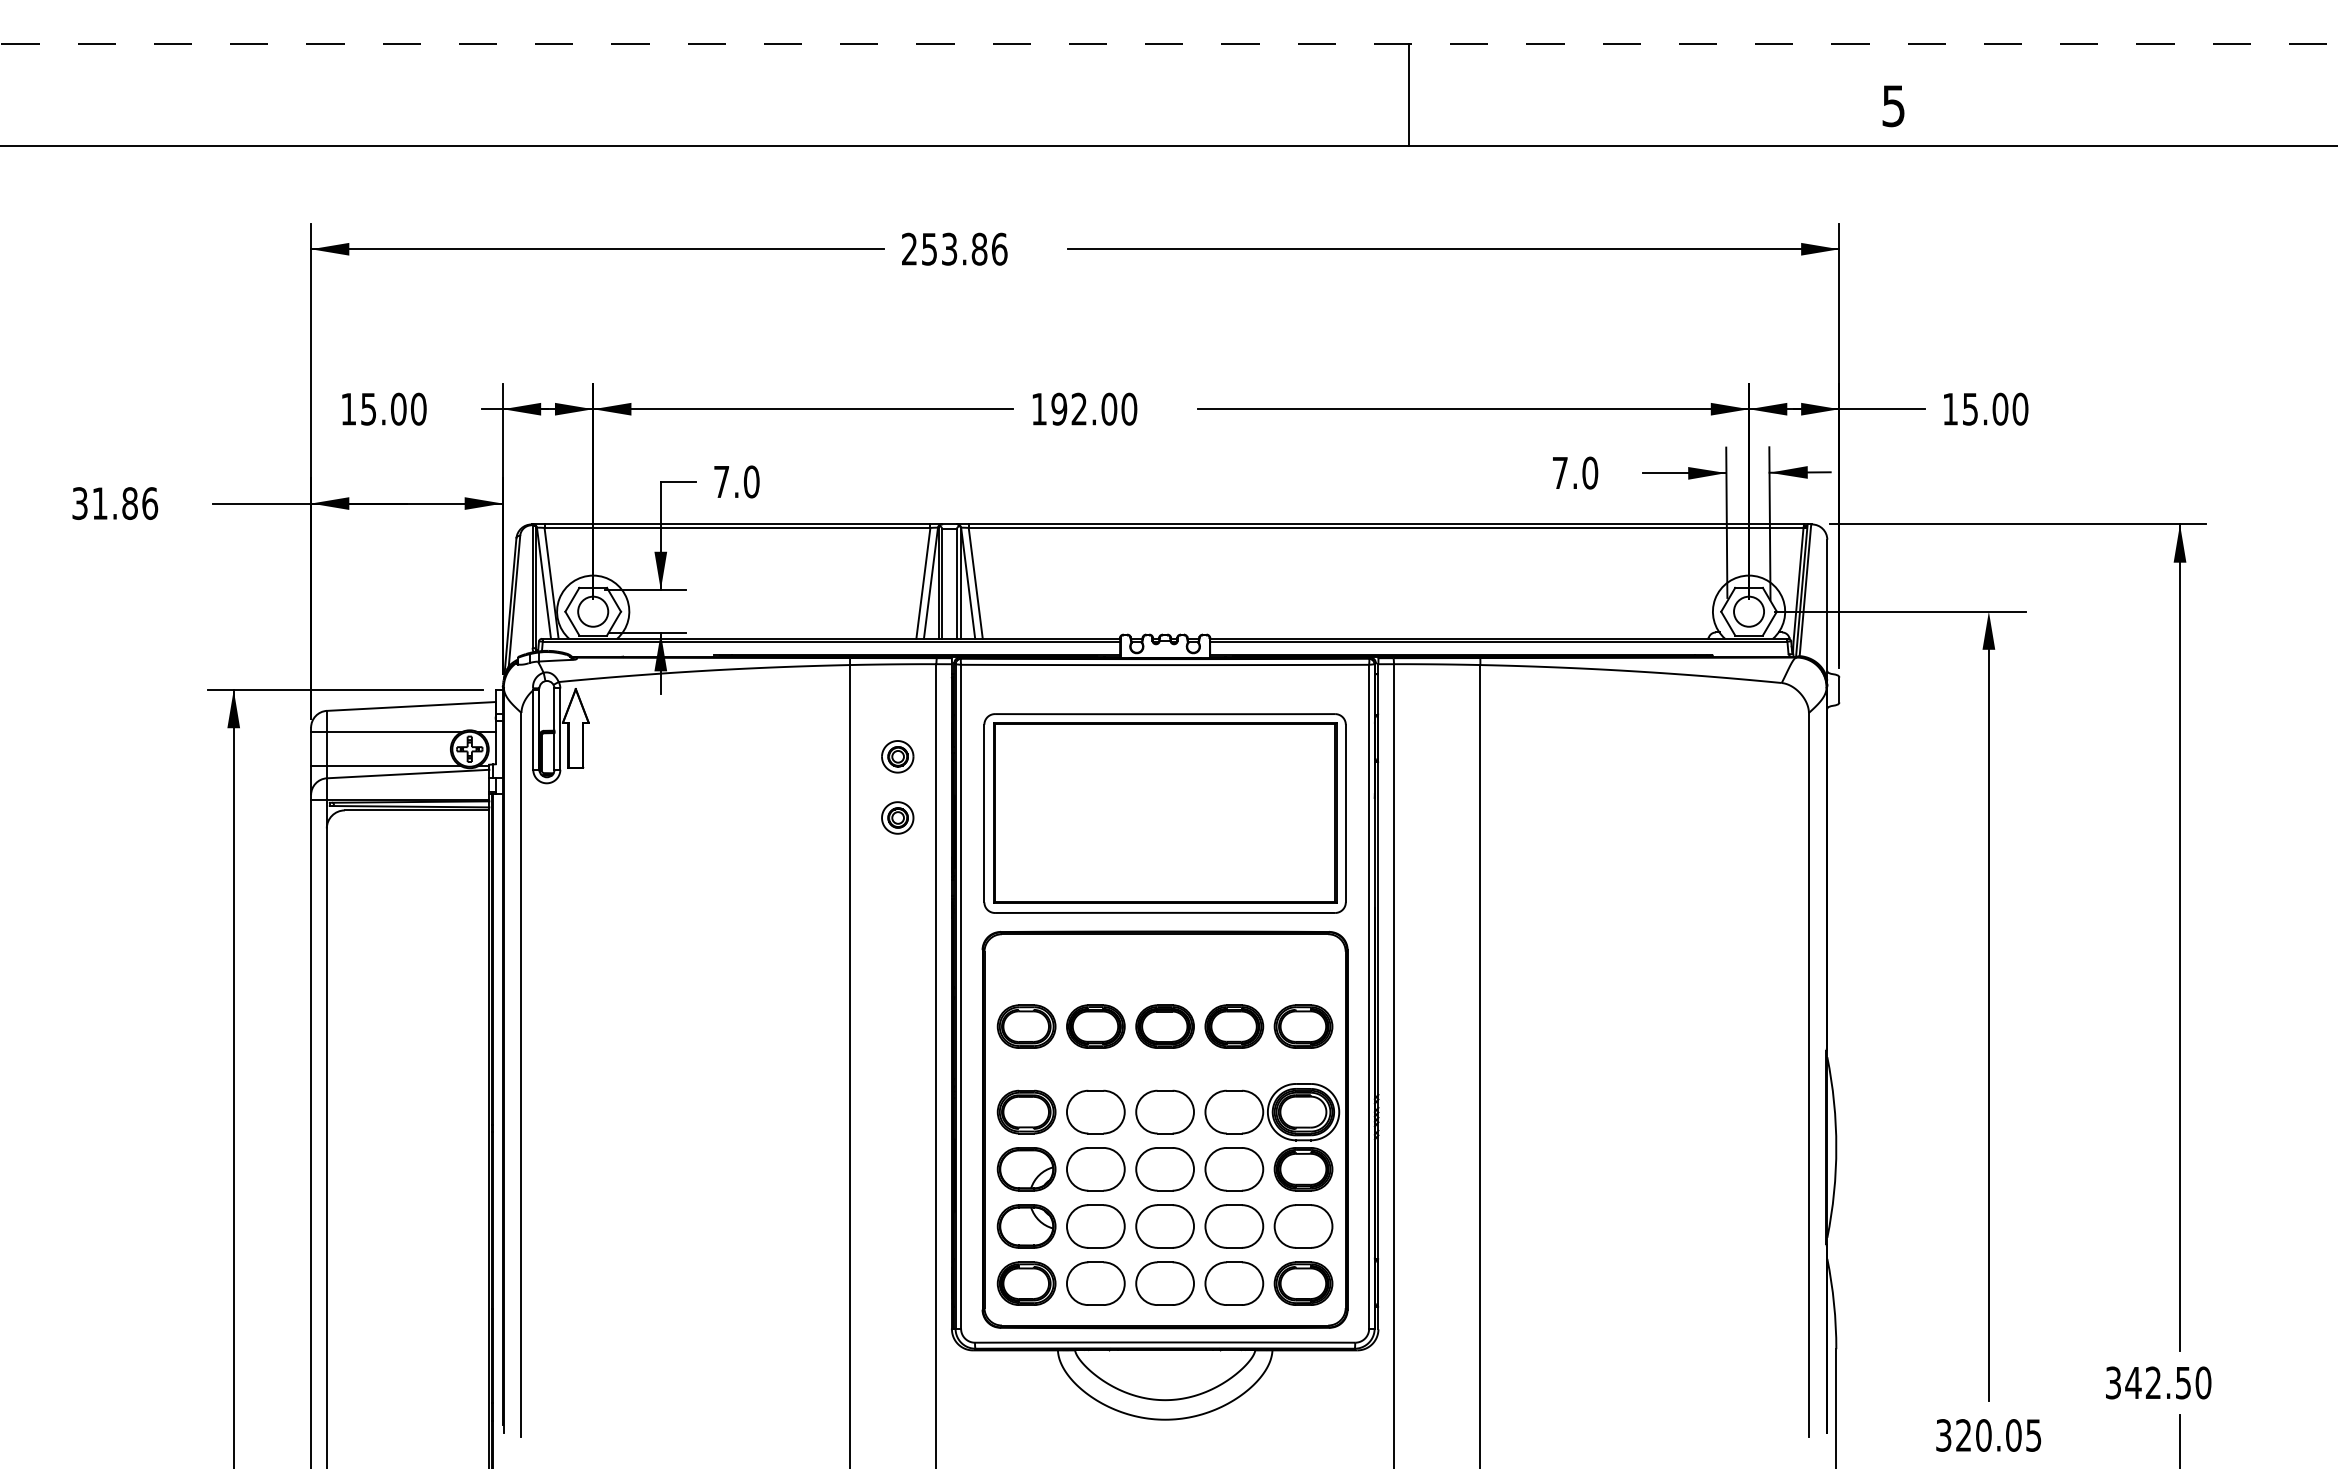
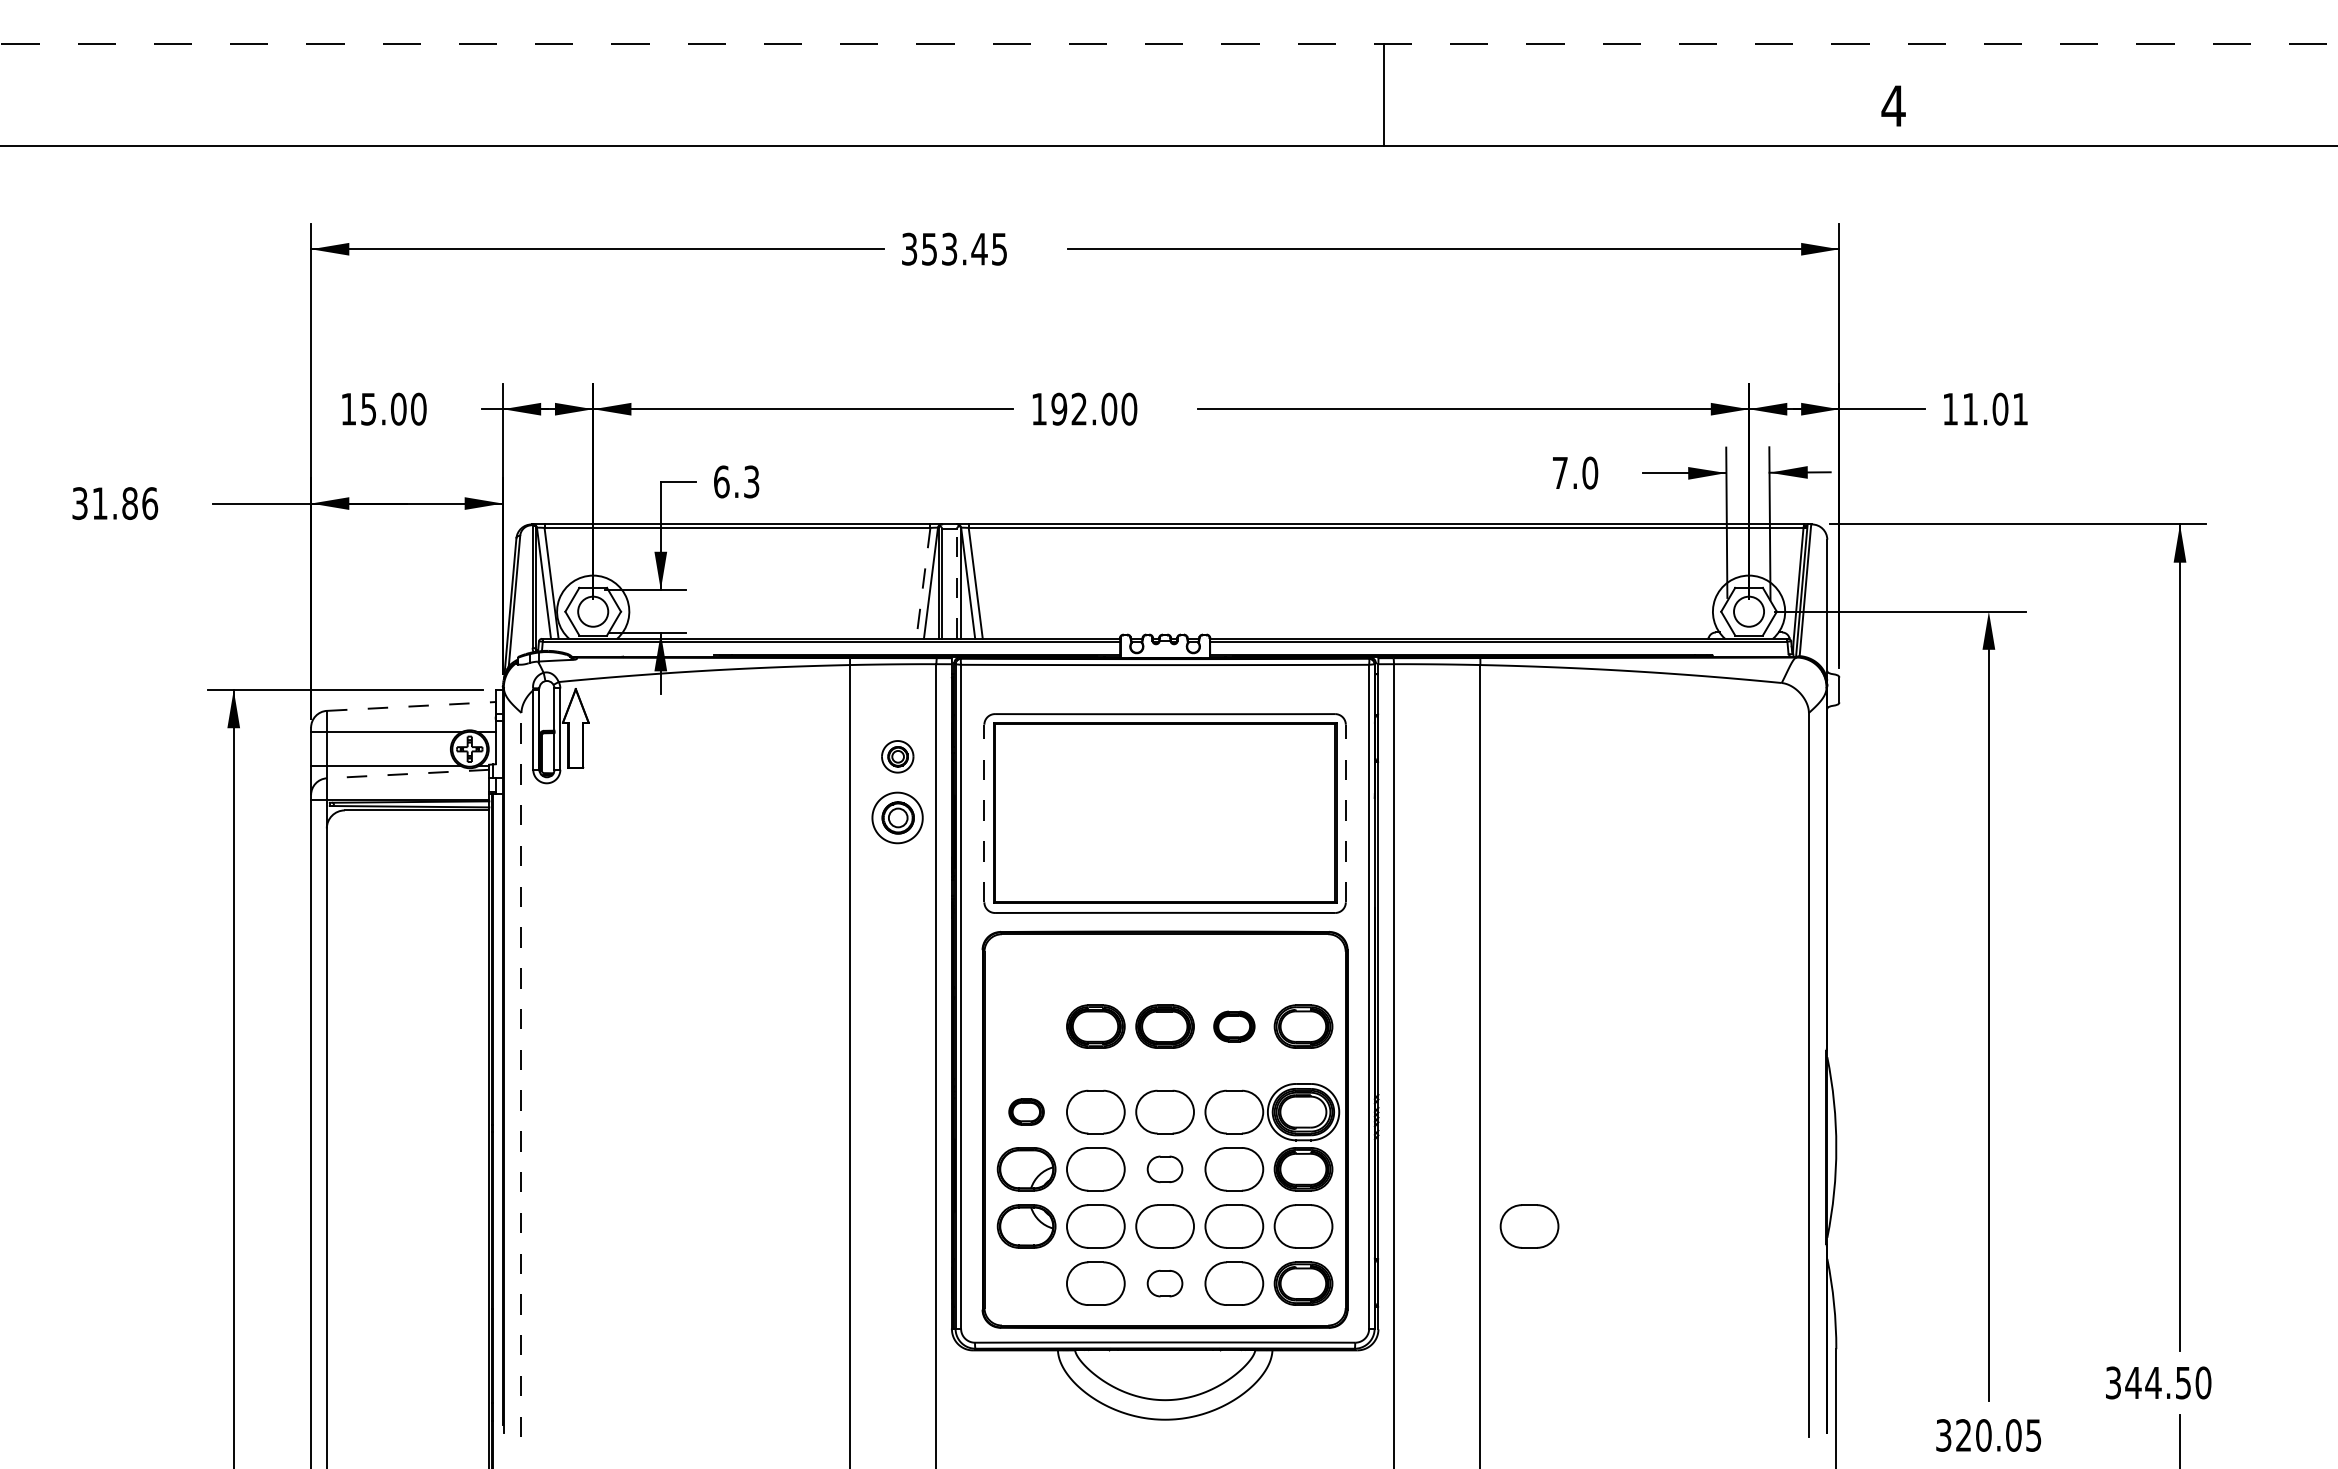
line at (1408, 95) position: (1408, 95) -> (1383, 95)
text at (1893, 106): 5 -> 4
text at (954, 248): 253.86 -> 353.45
text at (1995, 408): 15.00 -> 11.01
text at (736, 481): 7.0 -> 6.3
line at (923, 583): solid -> dashed
line at (956, 583): solid -> dashed
line at (411, 706): solid -> dashed
line at (407, 774): solid -> dashed
line at (984, 813): solid -> dashed
line at (1345, 813): solid -> dashed
part at (897, 817) size: 34x34 px -> 53x54 px
part at (1026, 1026): present -> none
part at (1234, 1026) size: 61x45 px -> 43x33 px
line at (521, 1074): solid -> dashed
part at (1026, 1111) size: 61x46 px -> 37x28 px
part at (1164, 1169) size: 60x45 px -> 38x29 px
part at (1529, 1226): none -> present
part at (1026, 1283): present -> none
part at (1164, 1283) size: 60x45 px -> 38x29 px
text at (2153, 1382): 342.50 -> 344.50
